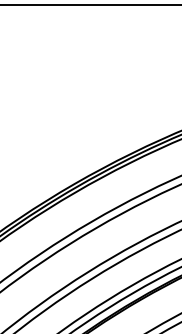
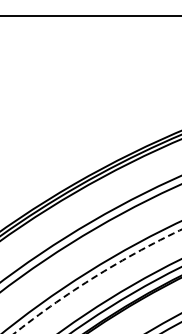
line at (90, 5) position: (90, 5) -> (90, 16)
arc at (94, 277): solid -> dashed
